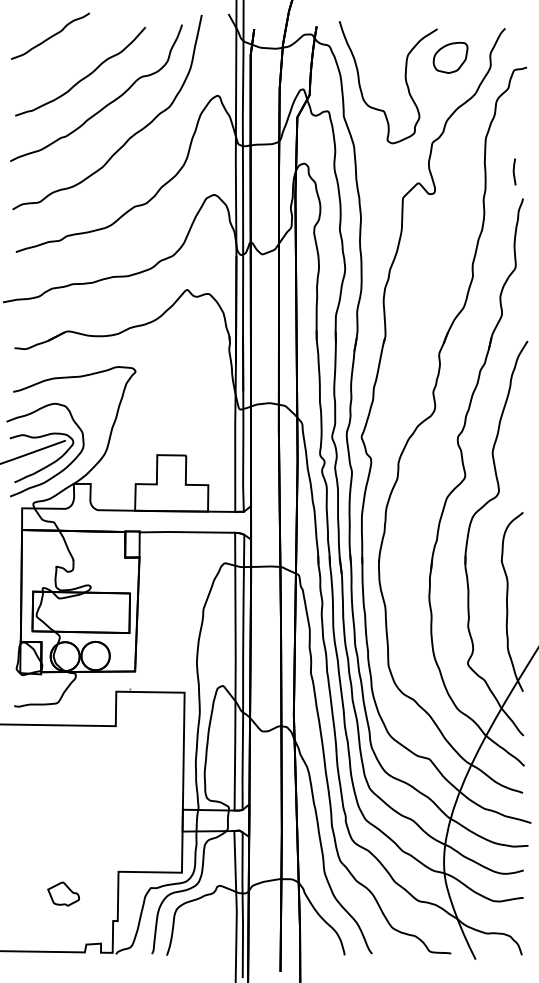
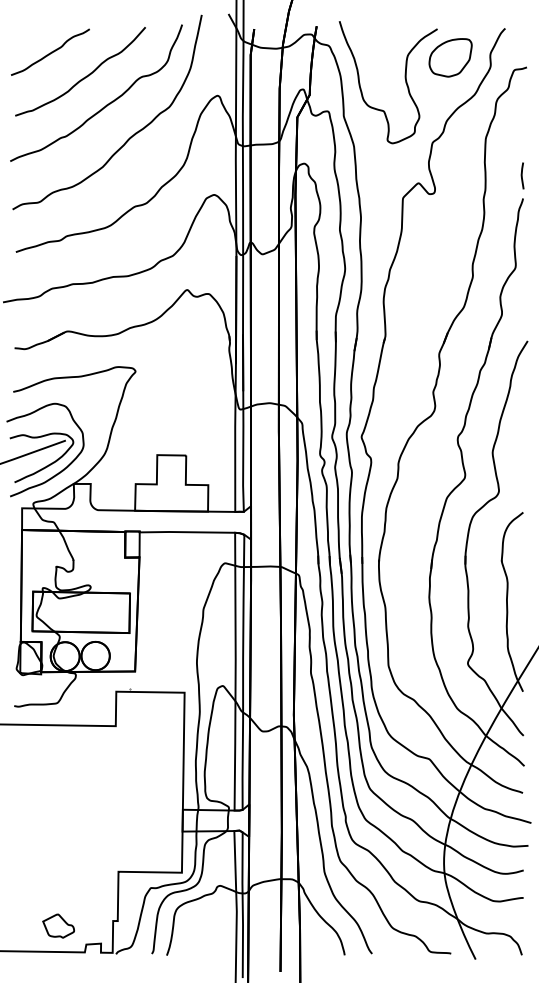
curve at (51, 35) position: (51, 35) -> (51, 51)
part at (450, 57) size: 37x33 px -> 45x40 px
line at (514, 171) position: (514, 171) -> (522, 175)
part at (63, 893) position: (63, 893) -> (58, 925)
